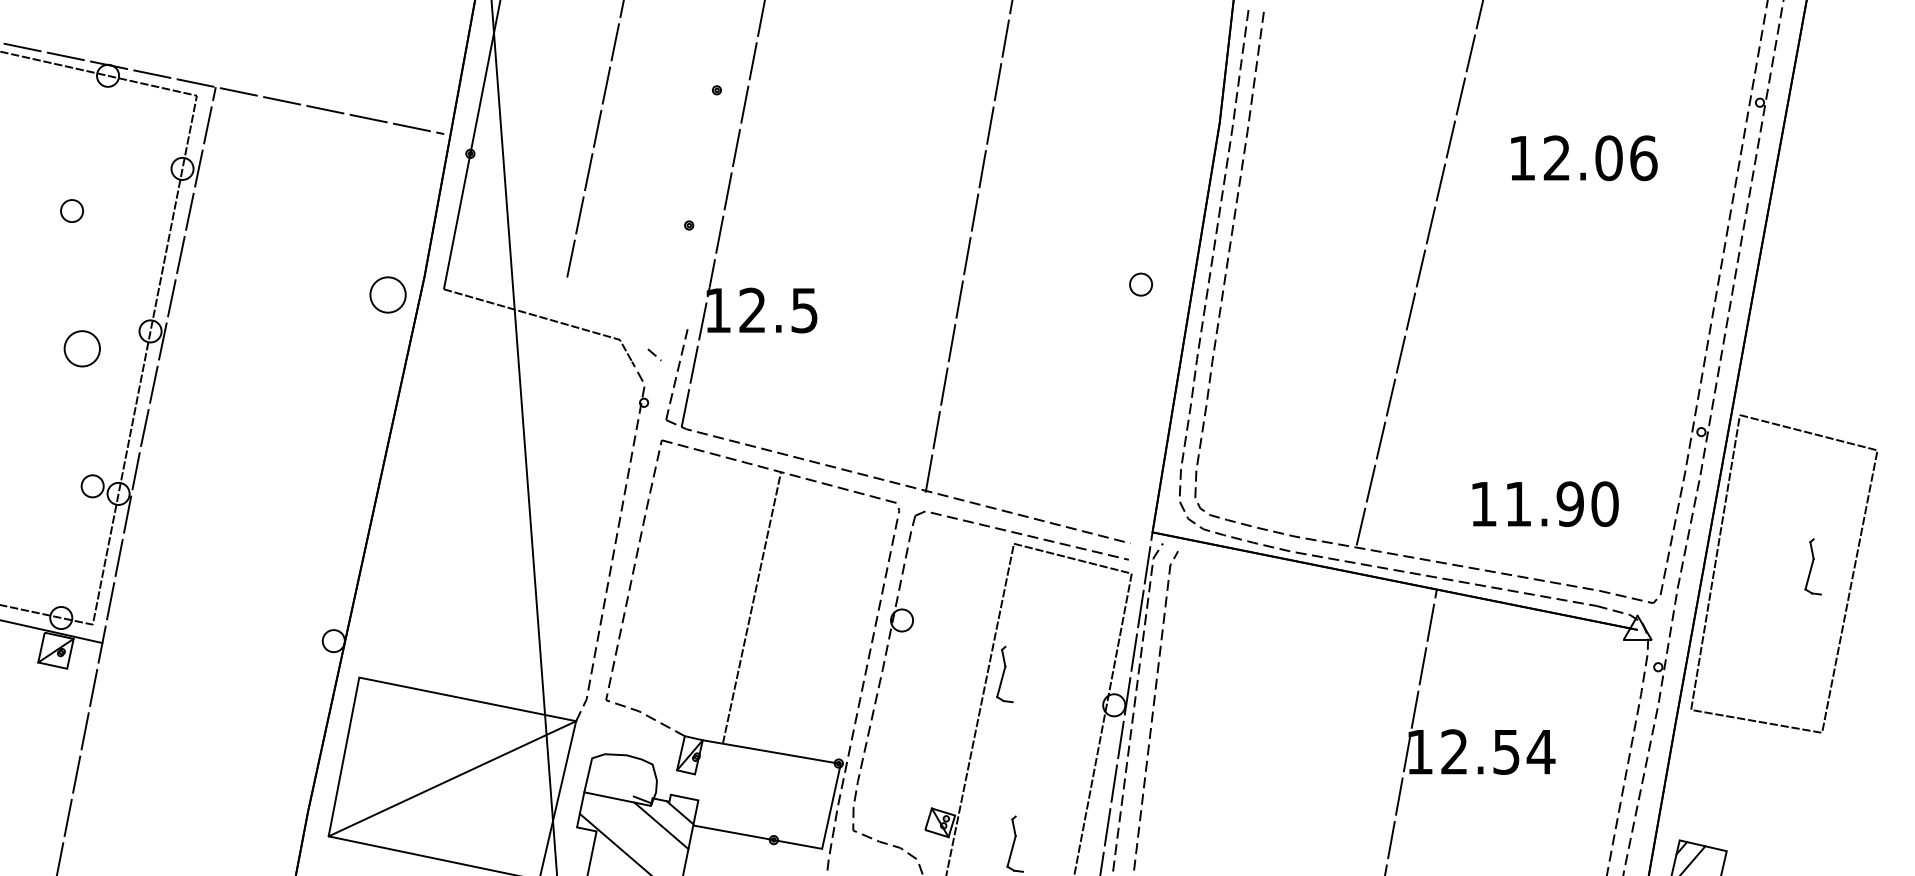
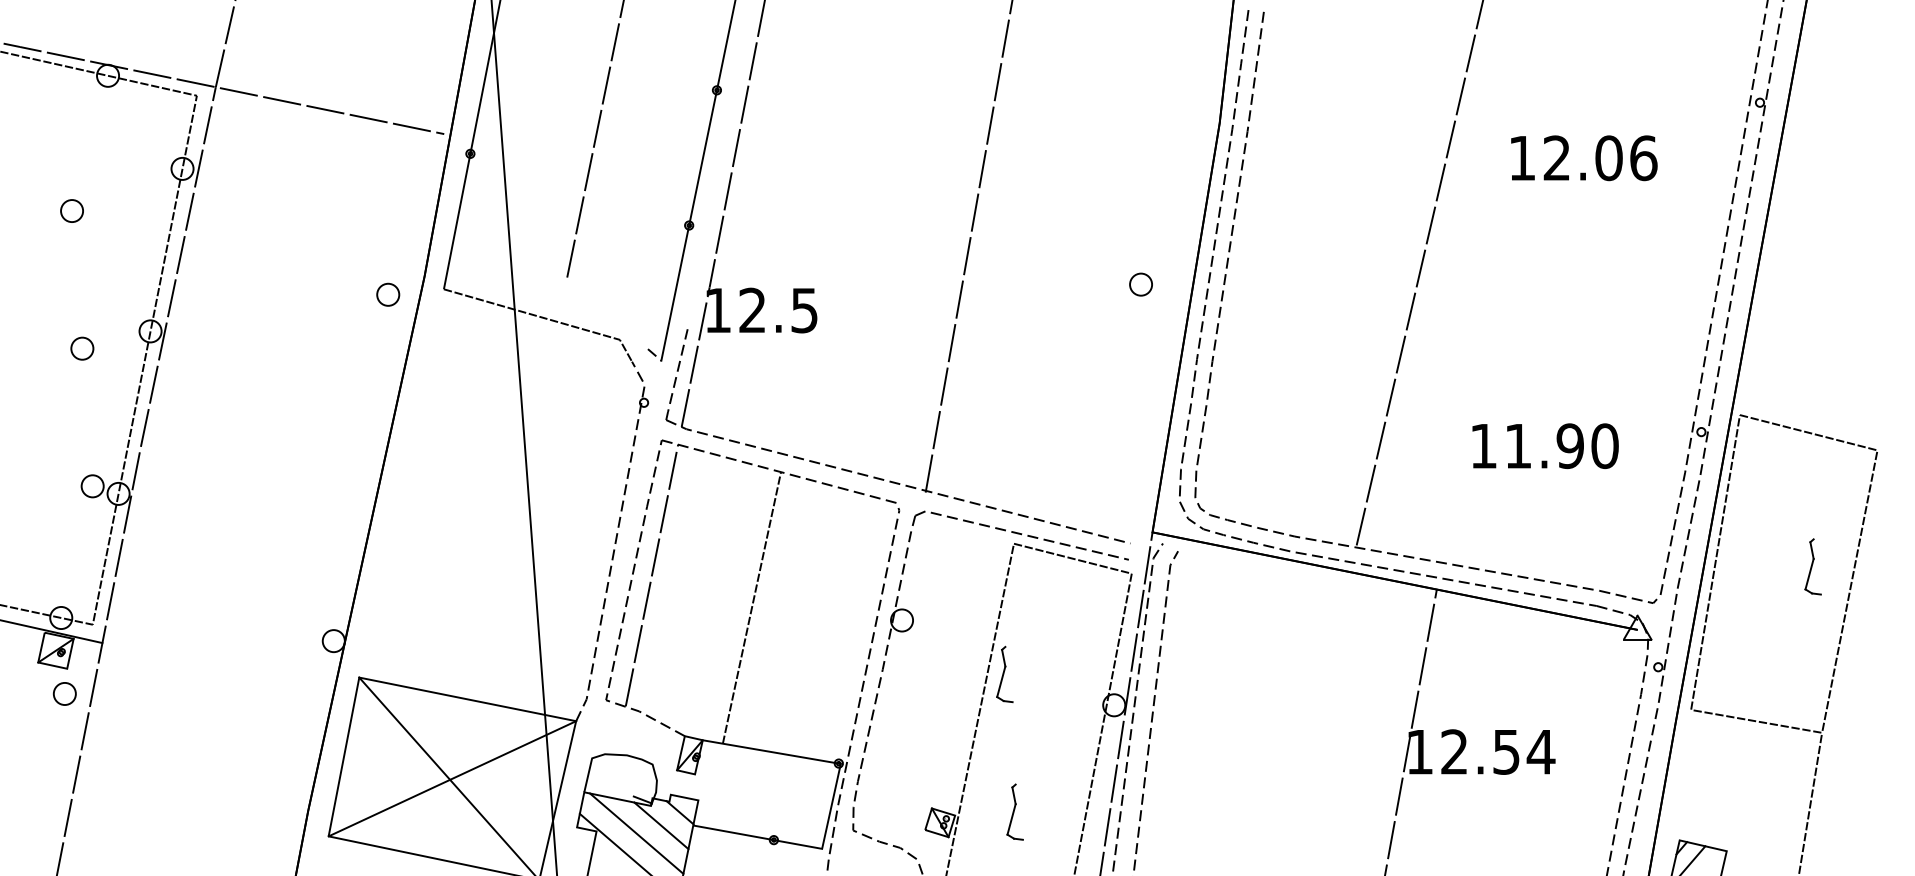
line at (225, 44): none -> present
line at (697, 181): none -> present
part at (387, 294) size: 38x38 px -> 25x25 px
part at (81, 348) size: 38x38 px -> 25x25 px
text at (1545, 504) position: (1545, 504) -> (1545, 446)
line at (651, 575): none -> present
part at (64, 693): none -> present
line at (445, 774): none -> present
line at (1810, 802): none -> present
line at (635, 832): none -> present
part at (1014, 843) position: (1014, 843) -> (1014, 811)
